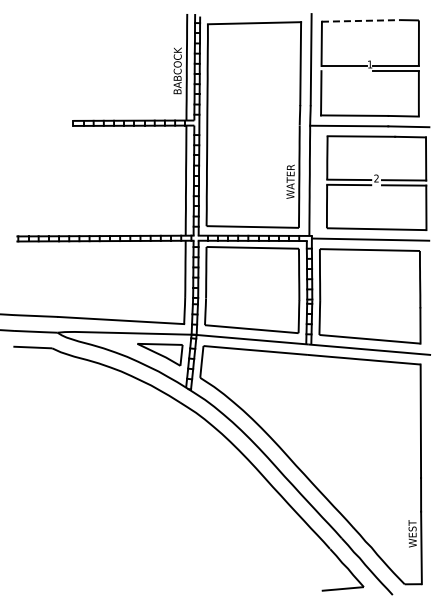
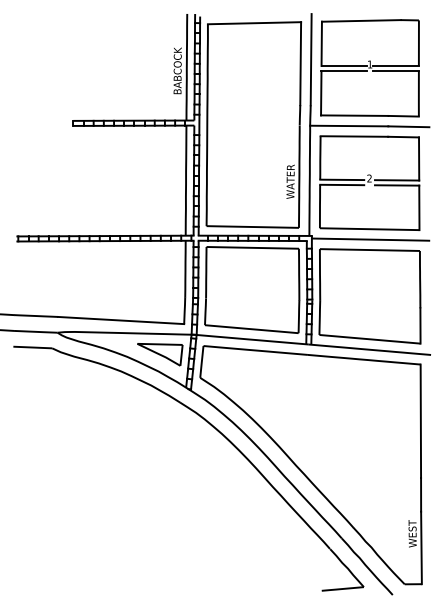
line at (361, 20): dashed -> solid
line at (343, 71): none -> present
part at (376, 182) position: (376, 182) -> (369, 182)
